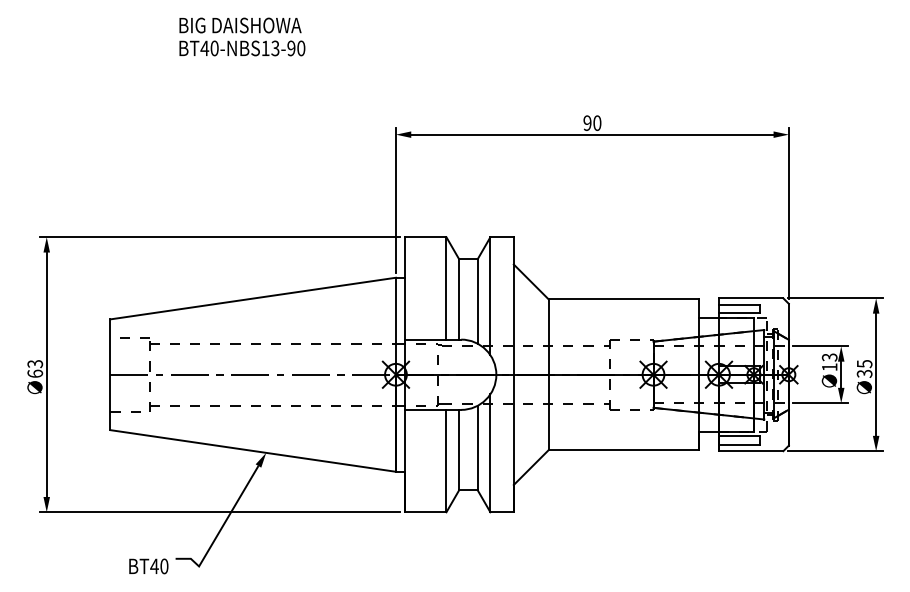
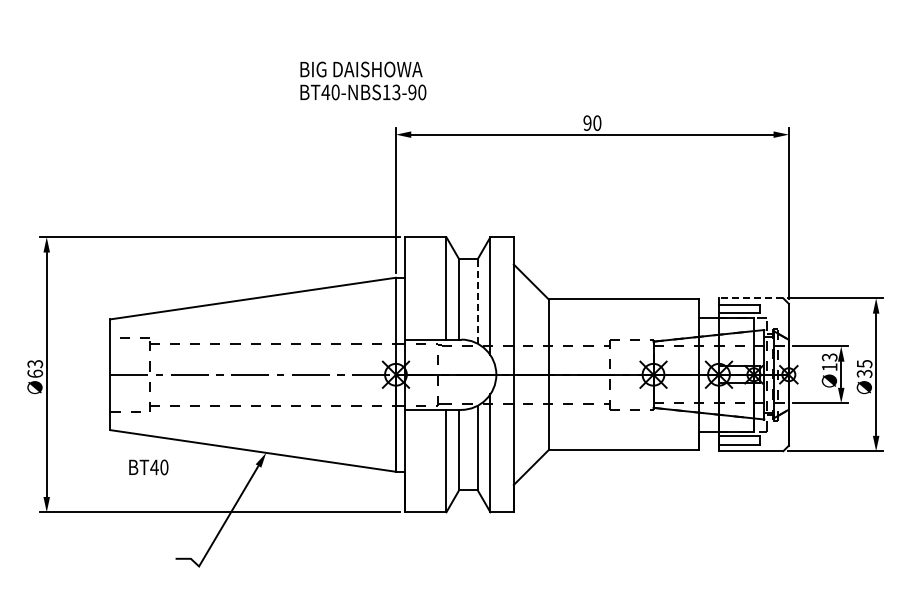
text at (242, 36) position: (242, 36) -> (363, 80)
line at (750, 298): solid -> dashed
line at (477, 300): solid -> dashed
text at (148, 566) position: (148, 566) -> (148, 467)
